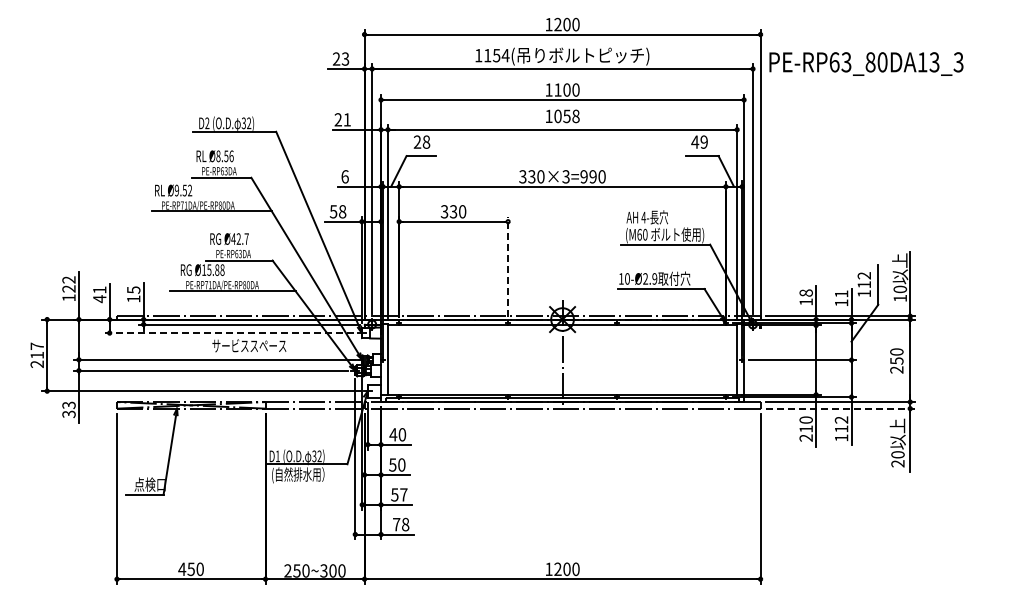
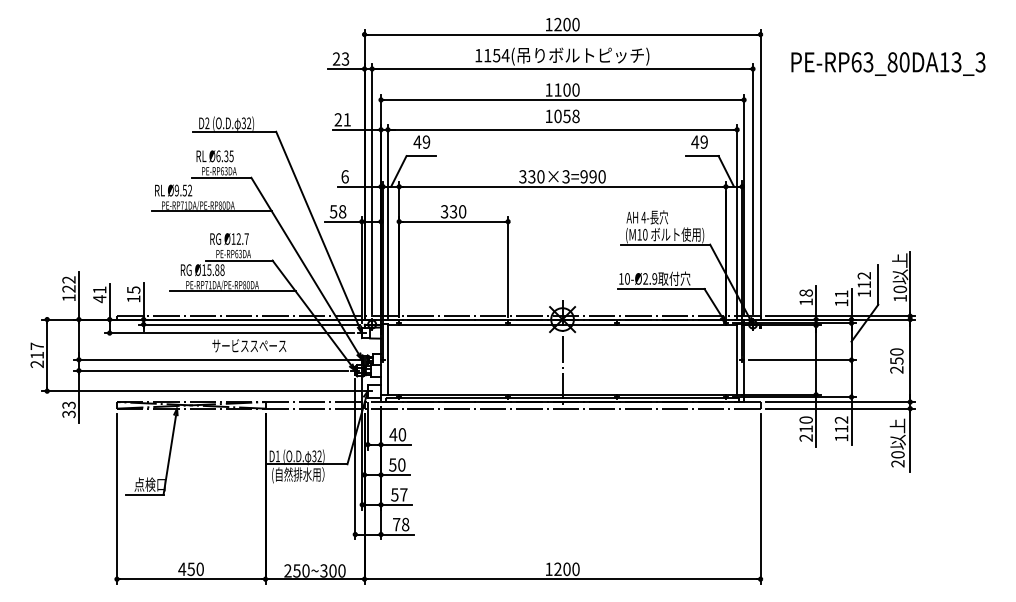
text at (866, 63) position: (866, 63) -> (888, 63)
text at (421, 141): 28 -> 49
text at (224, 156): Ø8.56 -> Ø6.35
text at (639, 234): (M60 -> (M10
text at (233, 238): Ø42.7 -> Ø12.7
line at (508, 266): dashed -> solid
line at (229, 333): dashed -> solid
line at (840, 408): dashed -> solid
